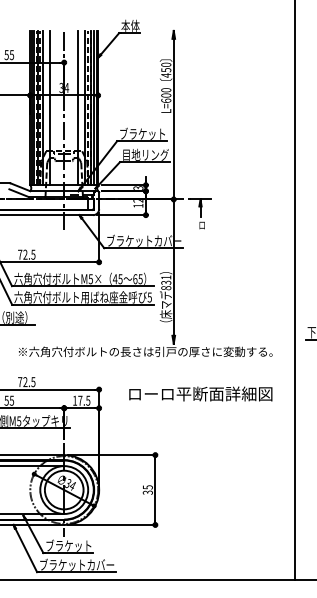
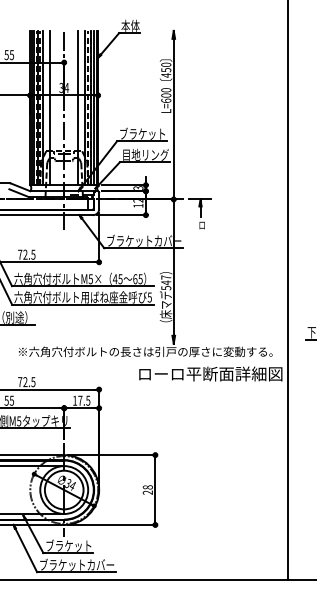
text at (166, 282): 831 -> 547
line at (294, 291) position: (294, 291) -> (287, 291)
text at (200, 393) position: (200, 393) -> (210, 373)
text at (147, 489): 35 -> 28
